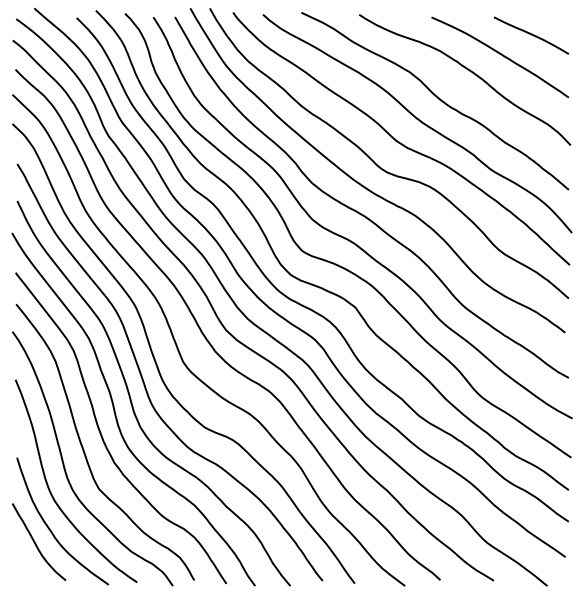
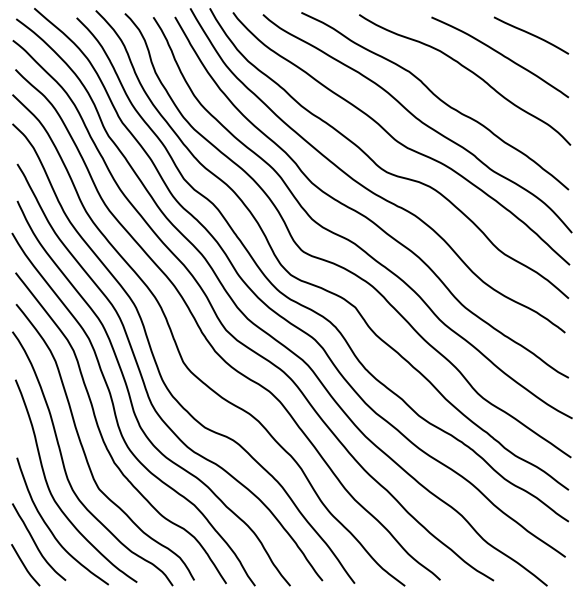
curve at (25, 565): none -> present
